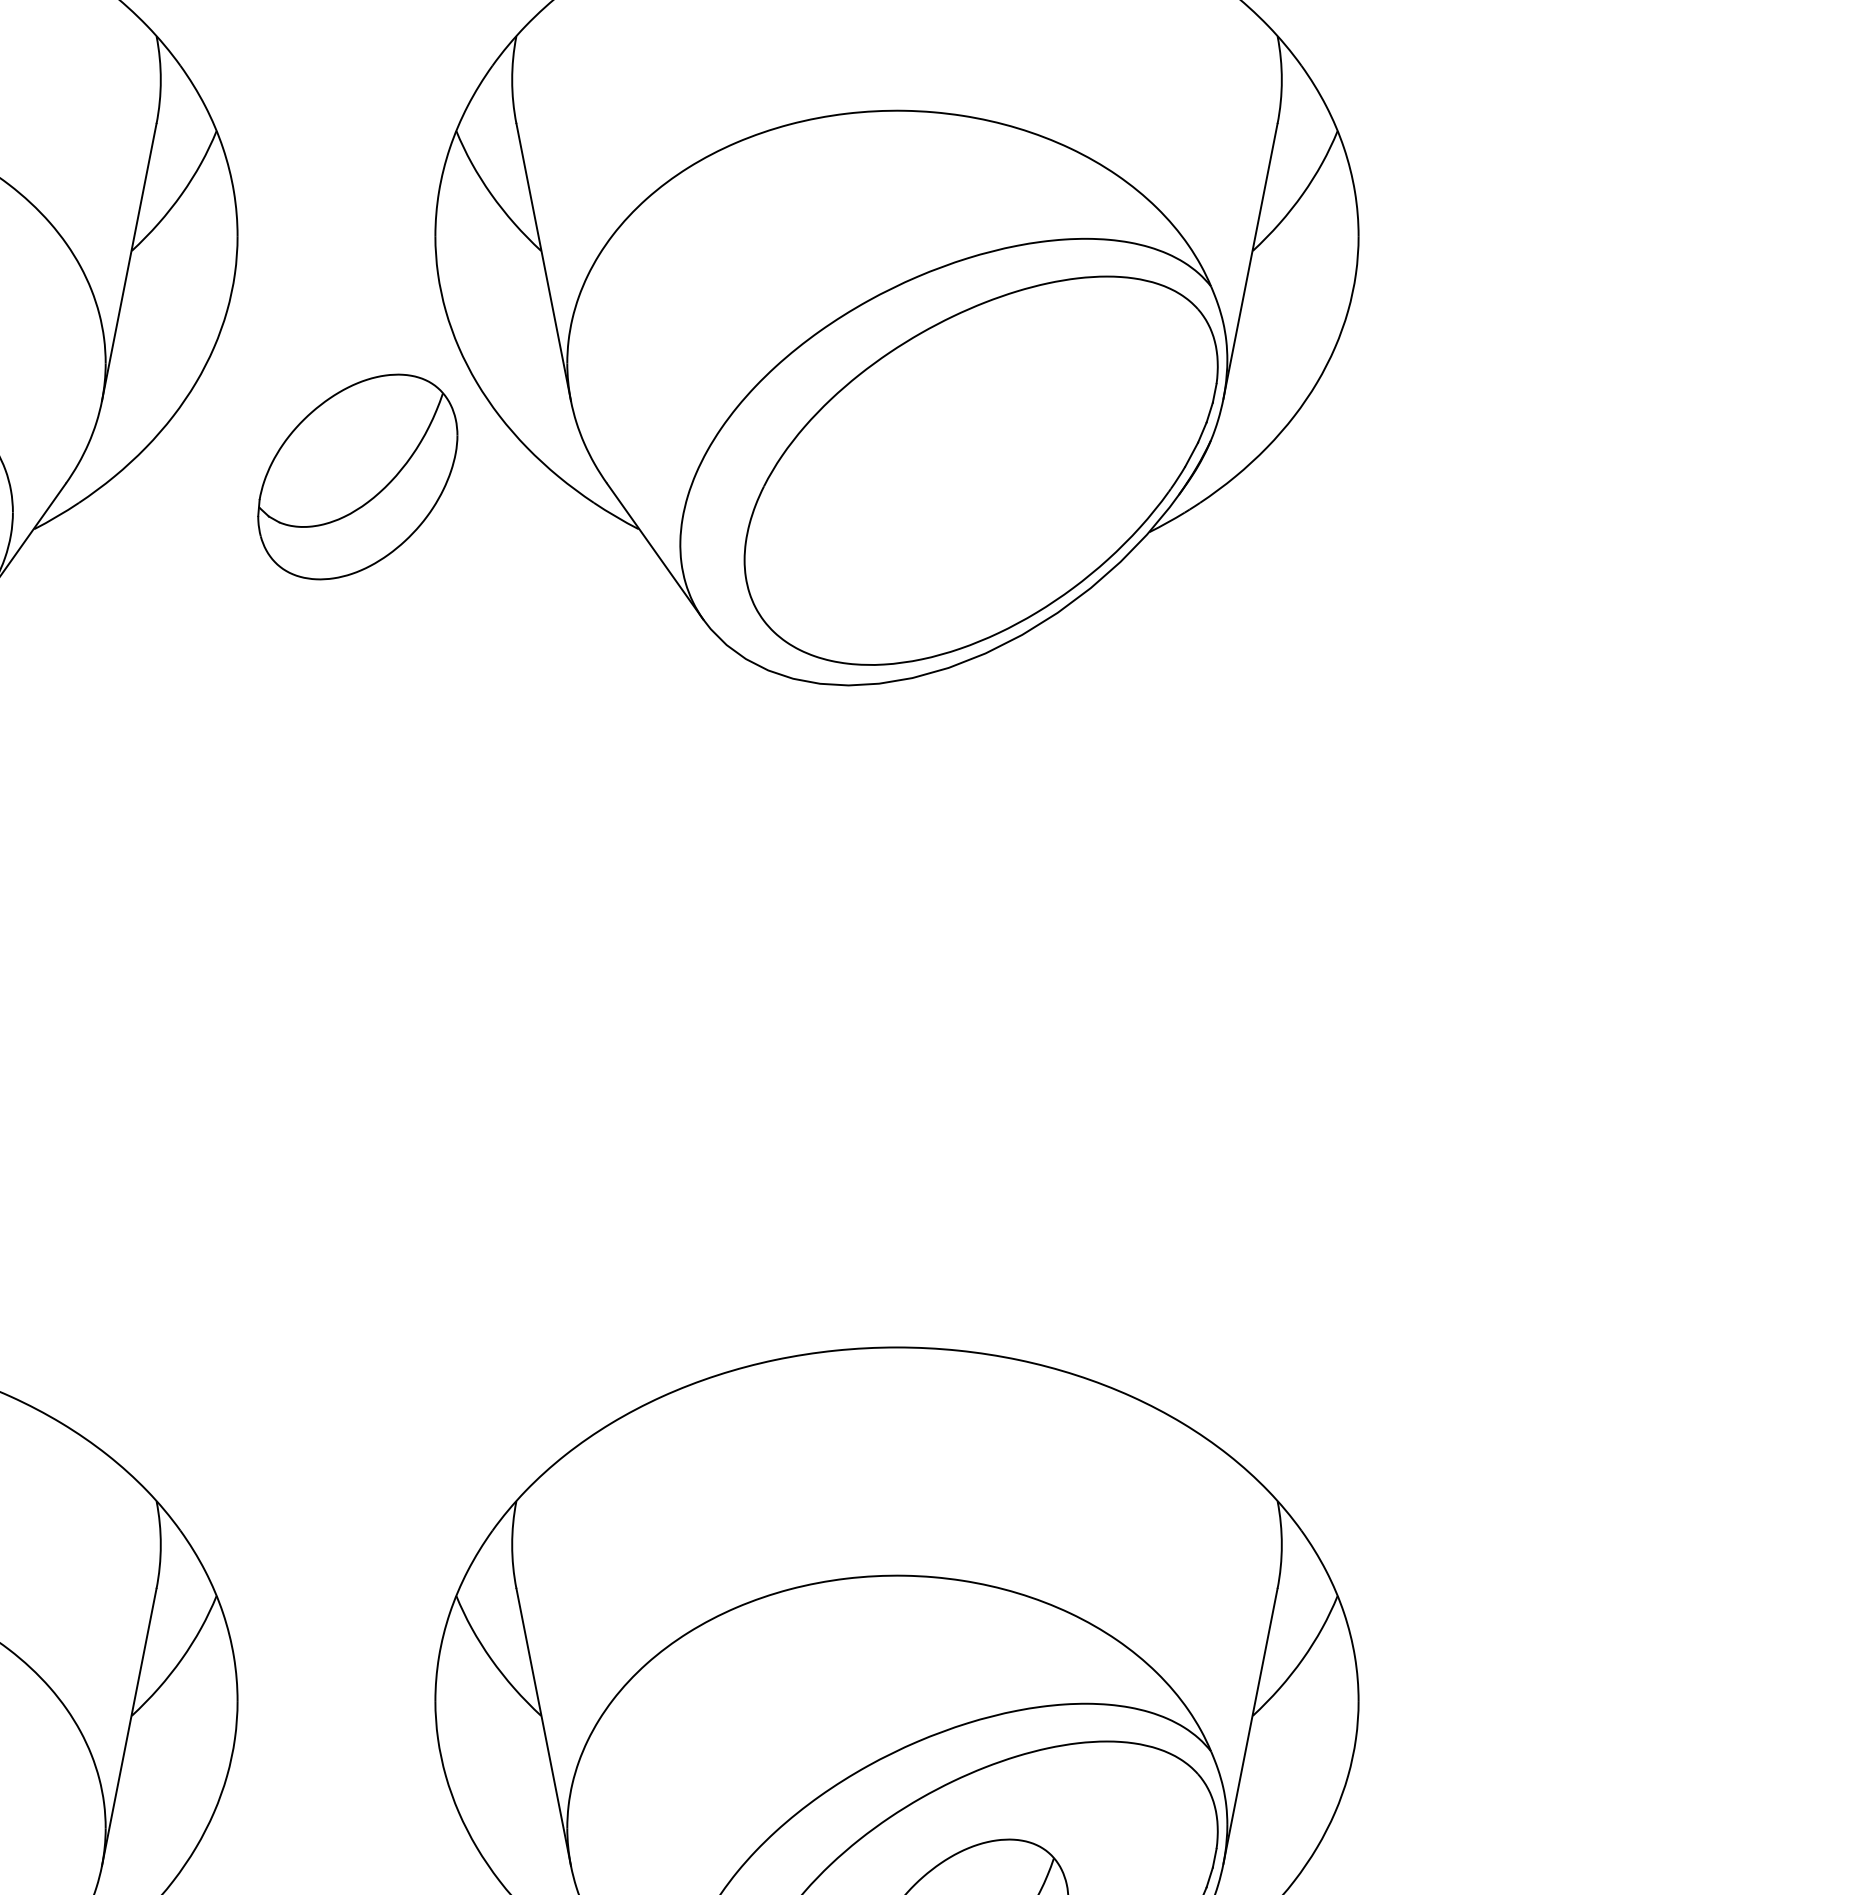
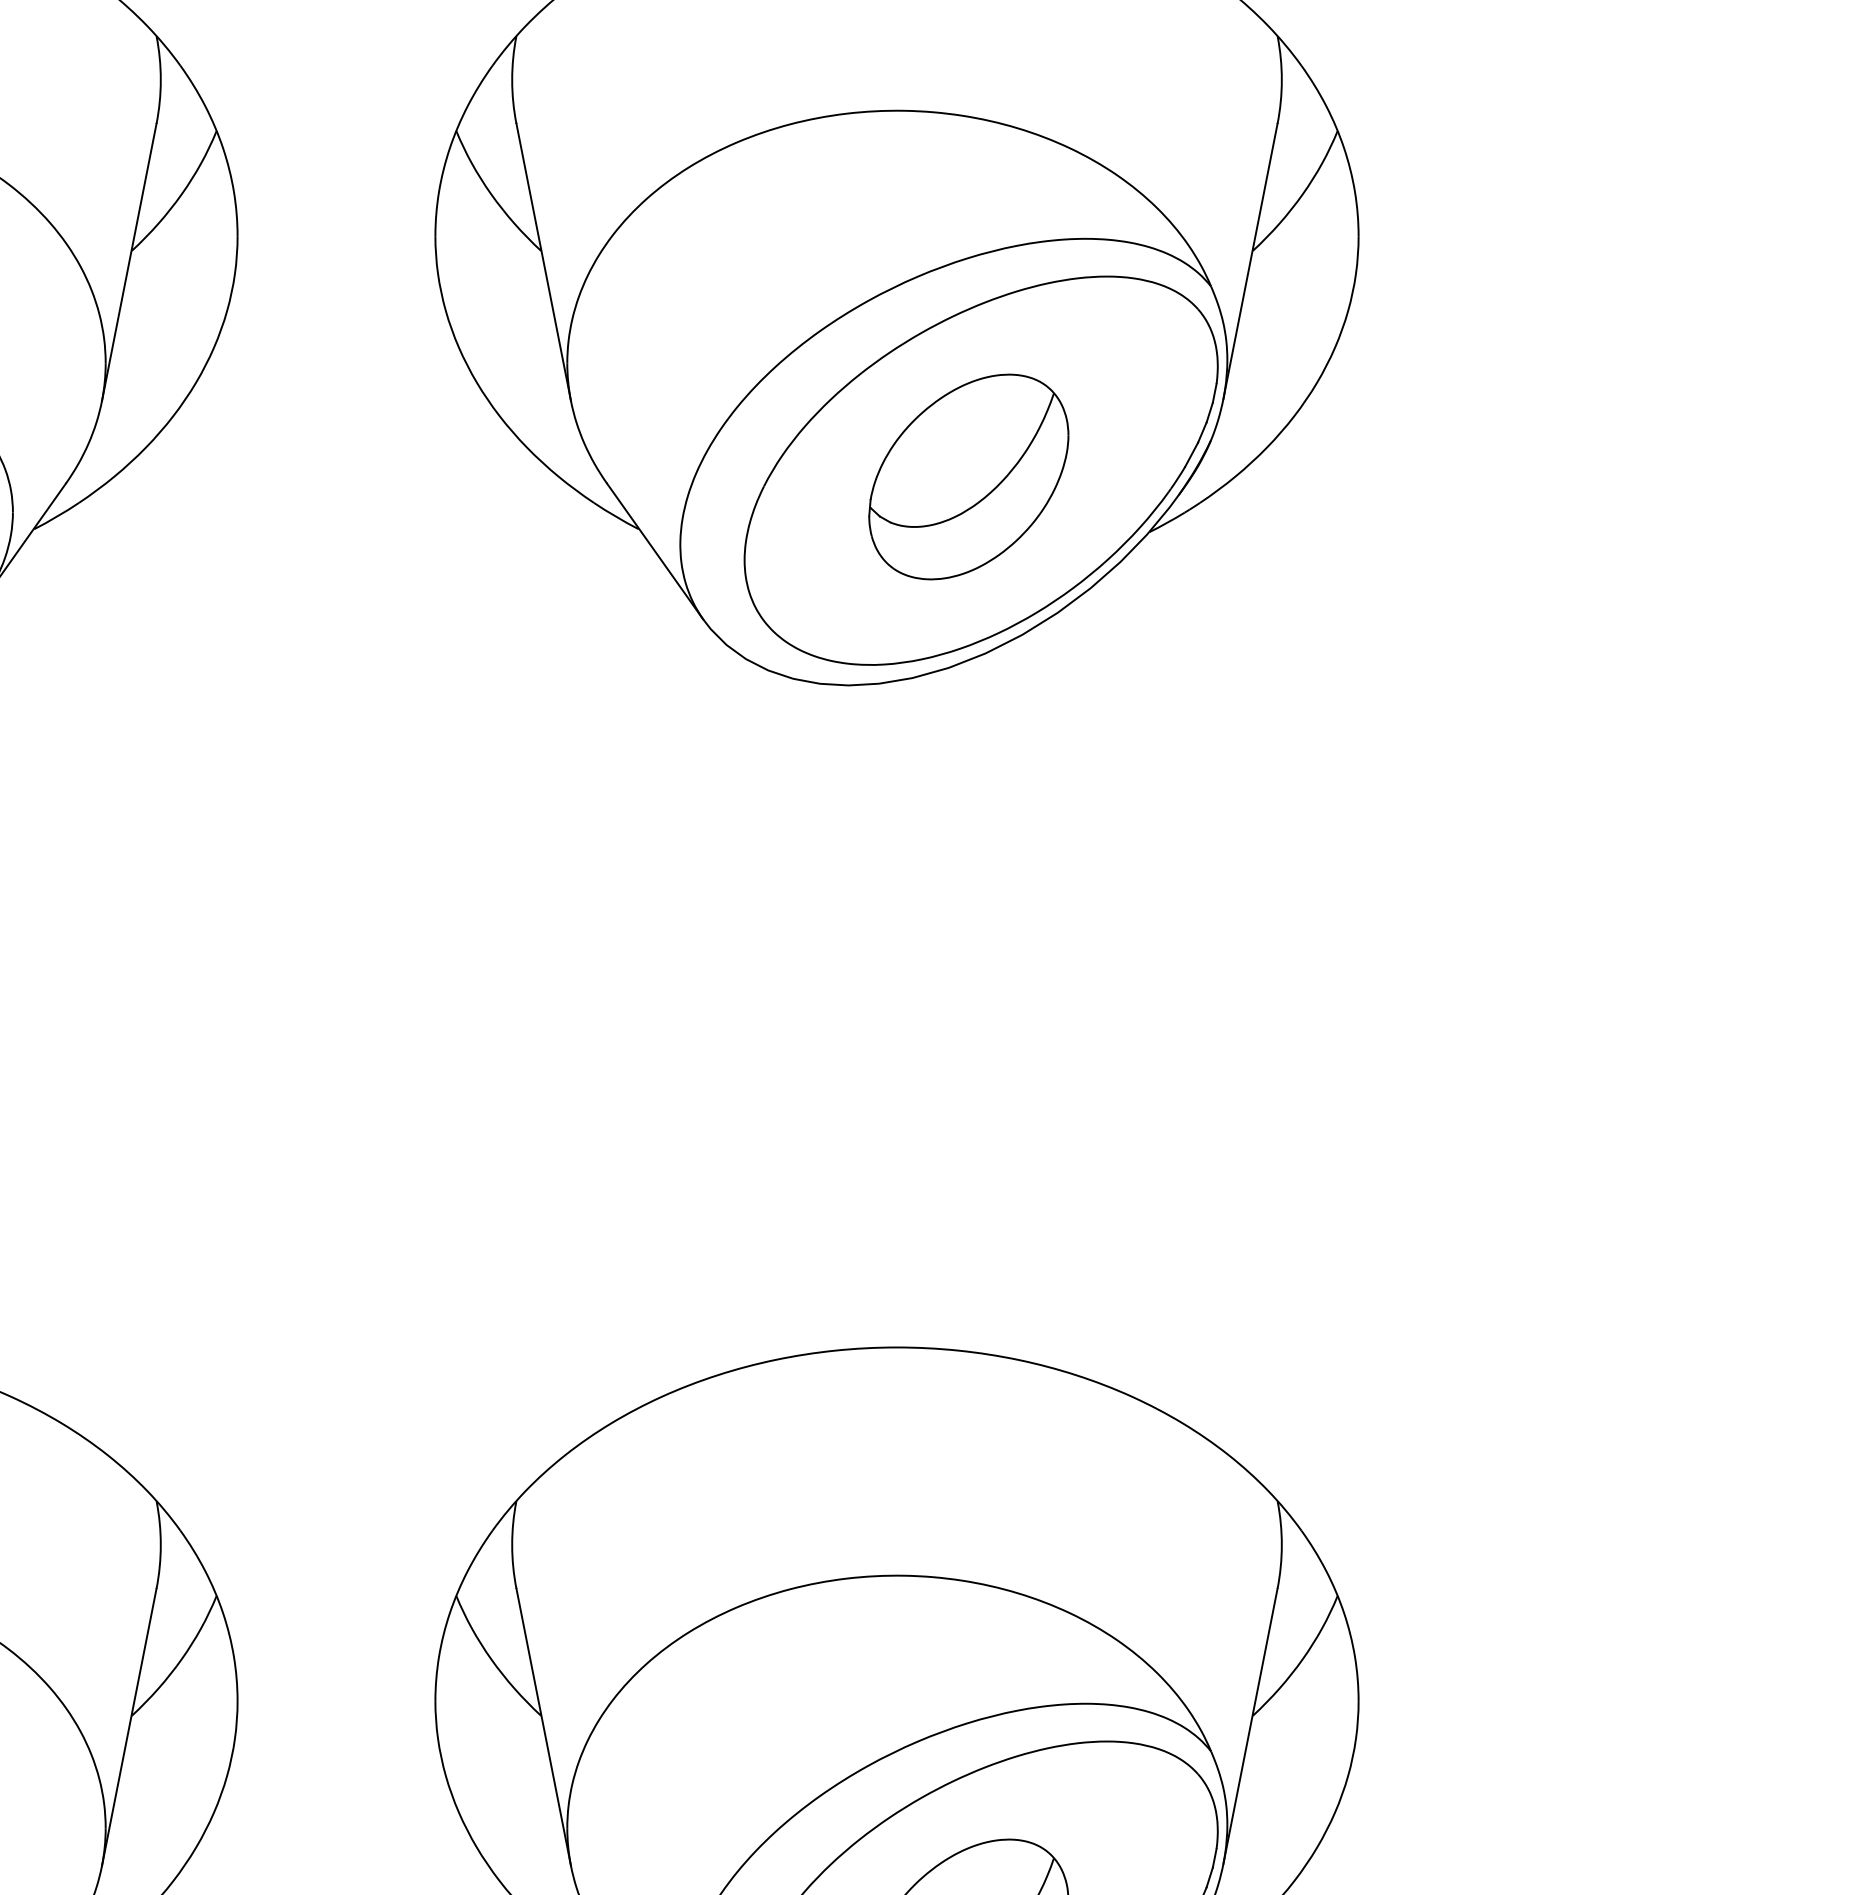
part at (357, 476) position: (357, 476) -> (968, 476)
